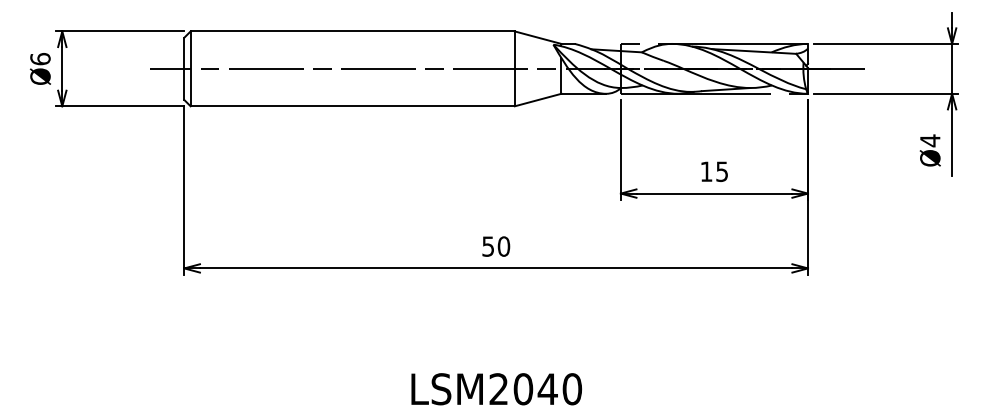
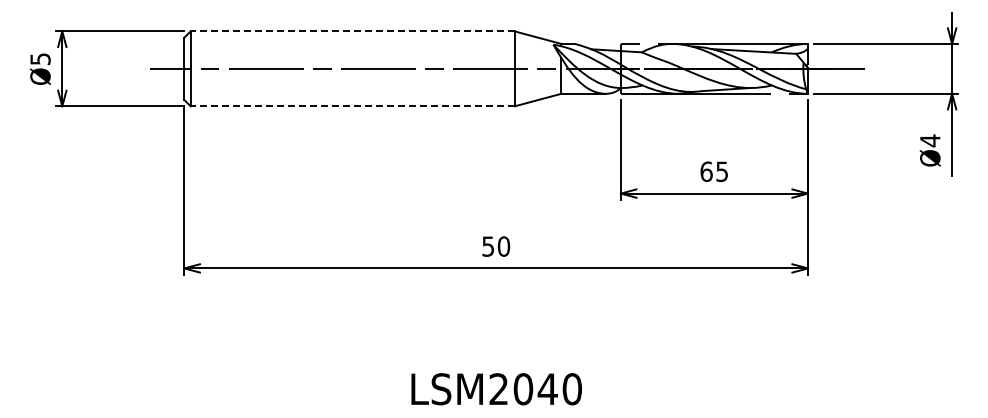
line at (352, 31): solid -> dashed
text at (40, 59): Ø6 -> Ø5
line at (352, 106): solid -> dashed
text at (706, 171): 15 -> 65
